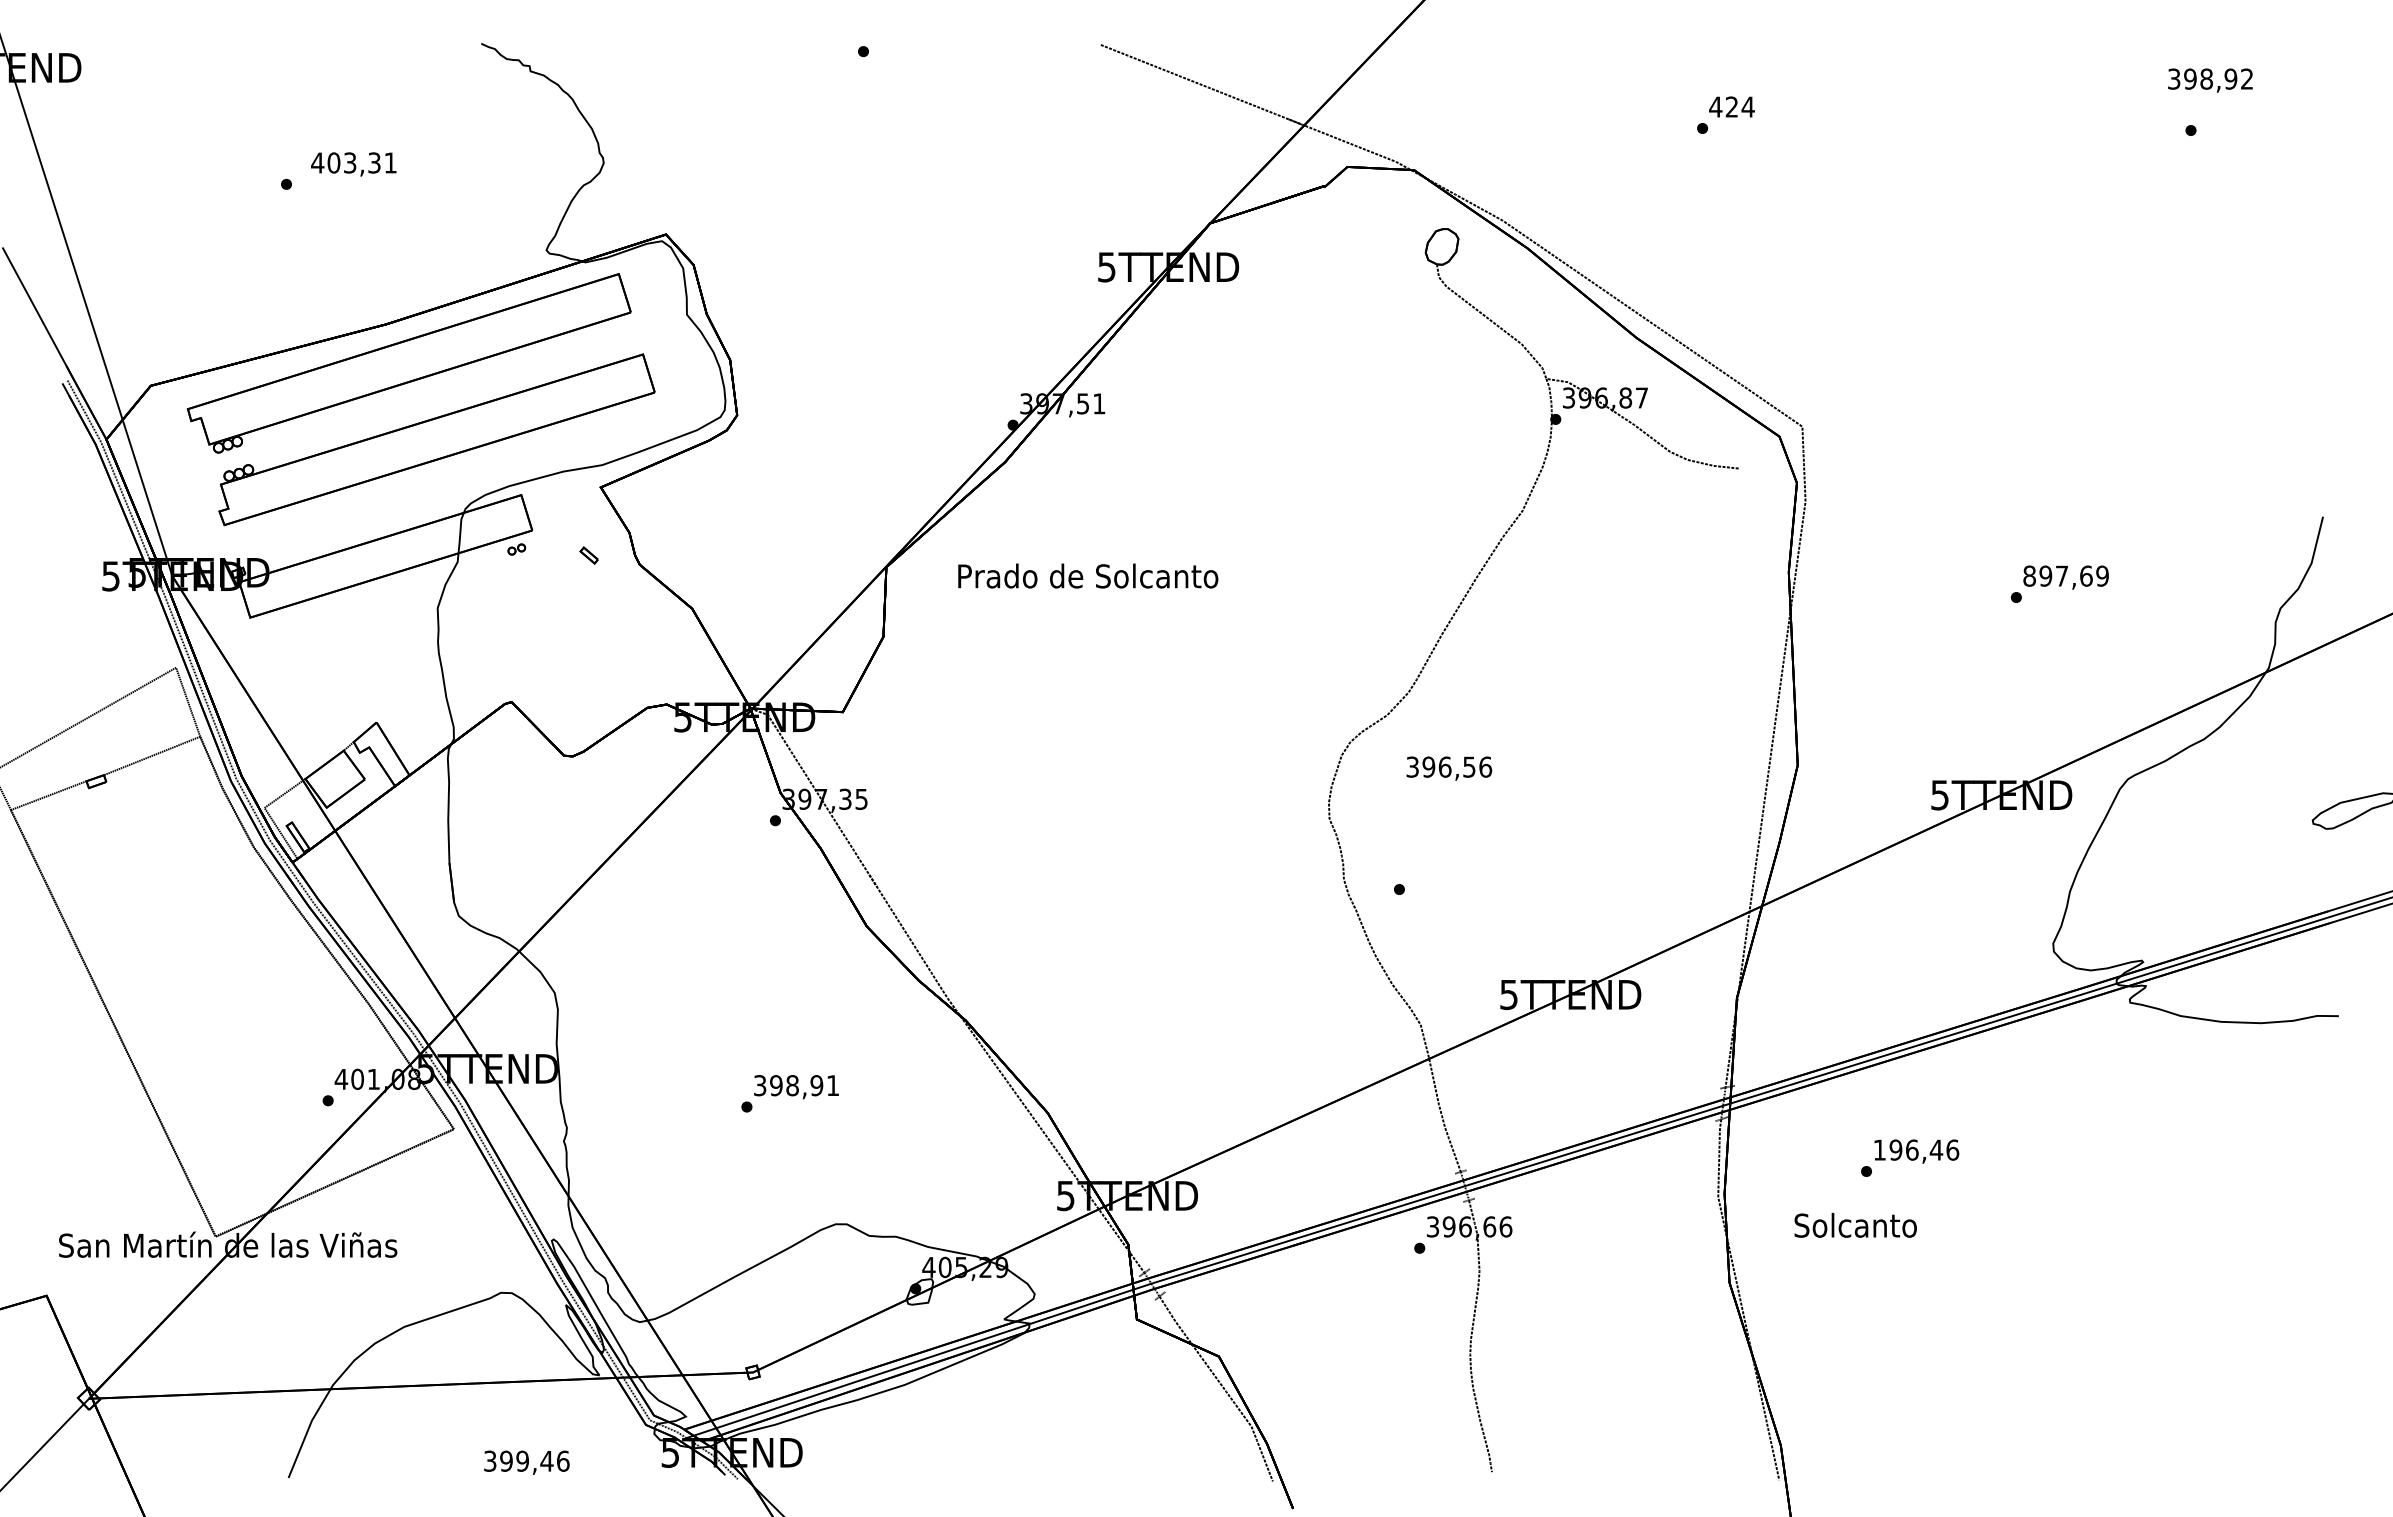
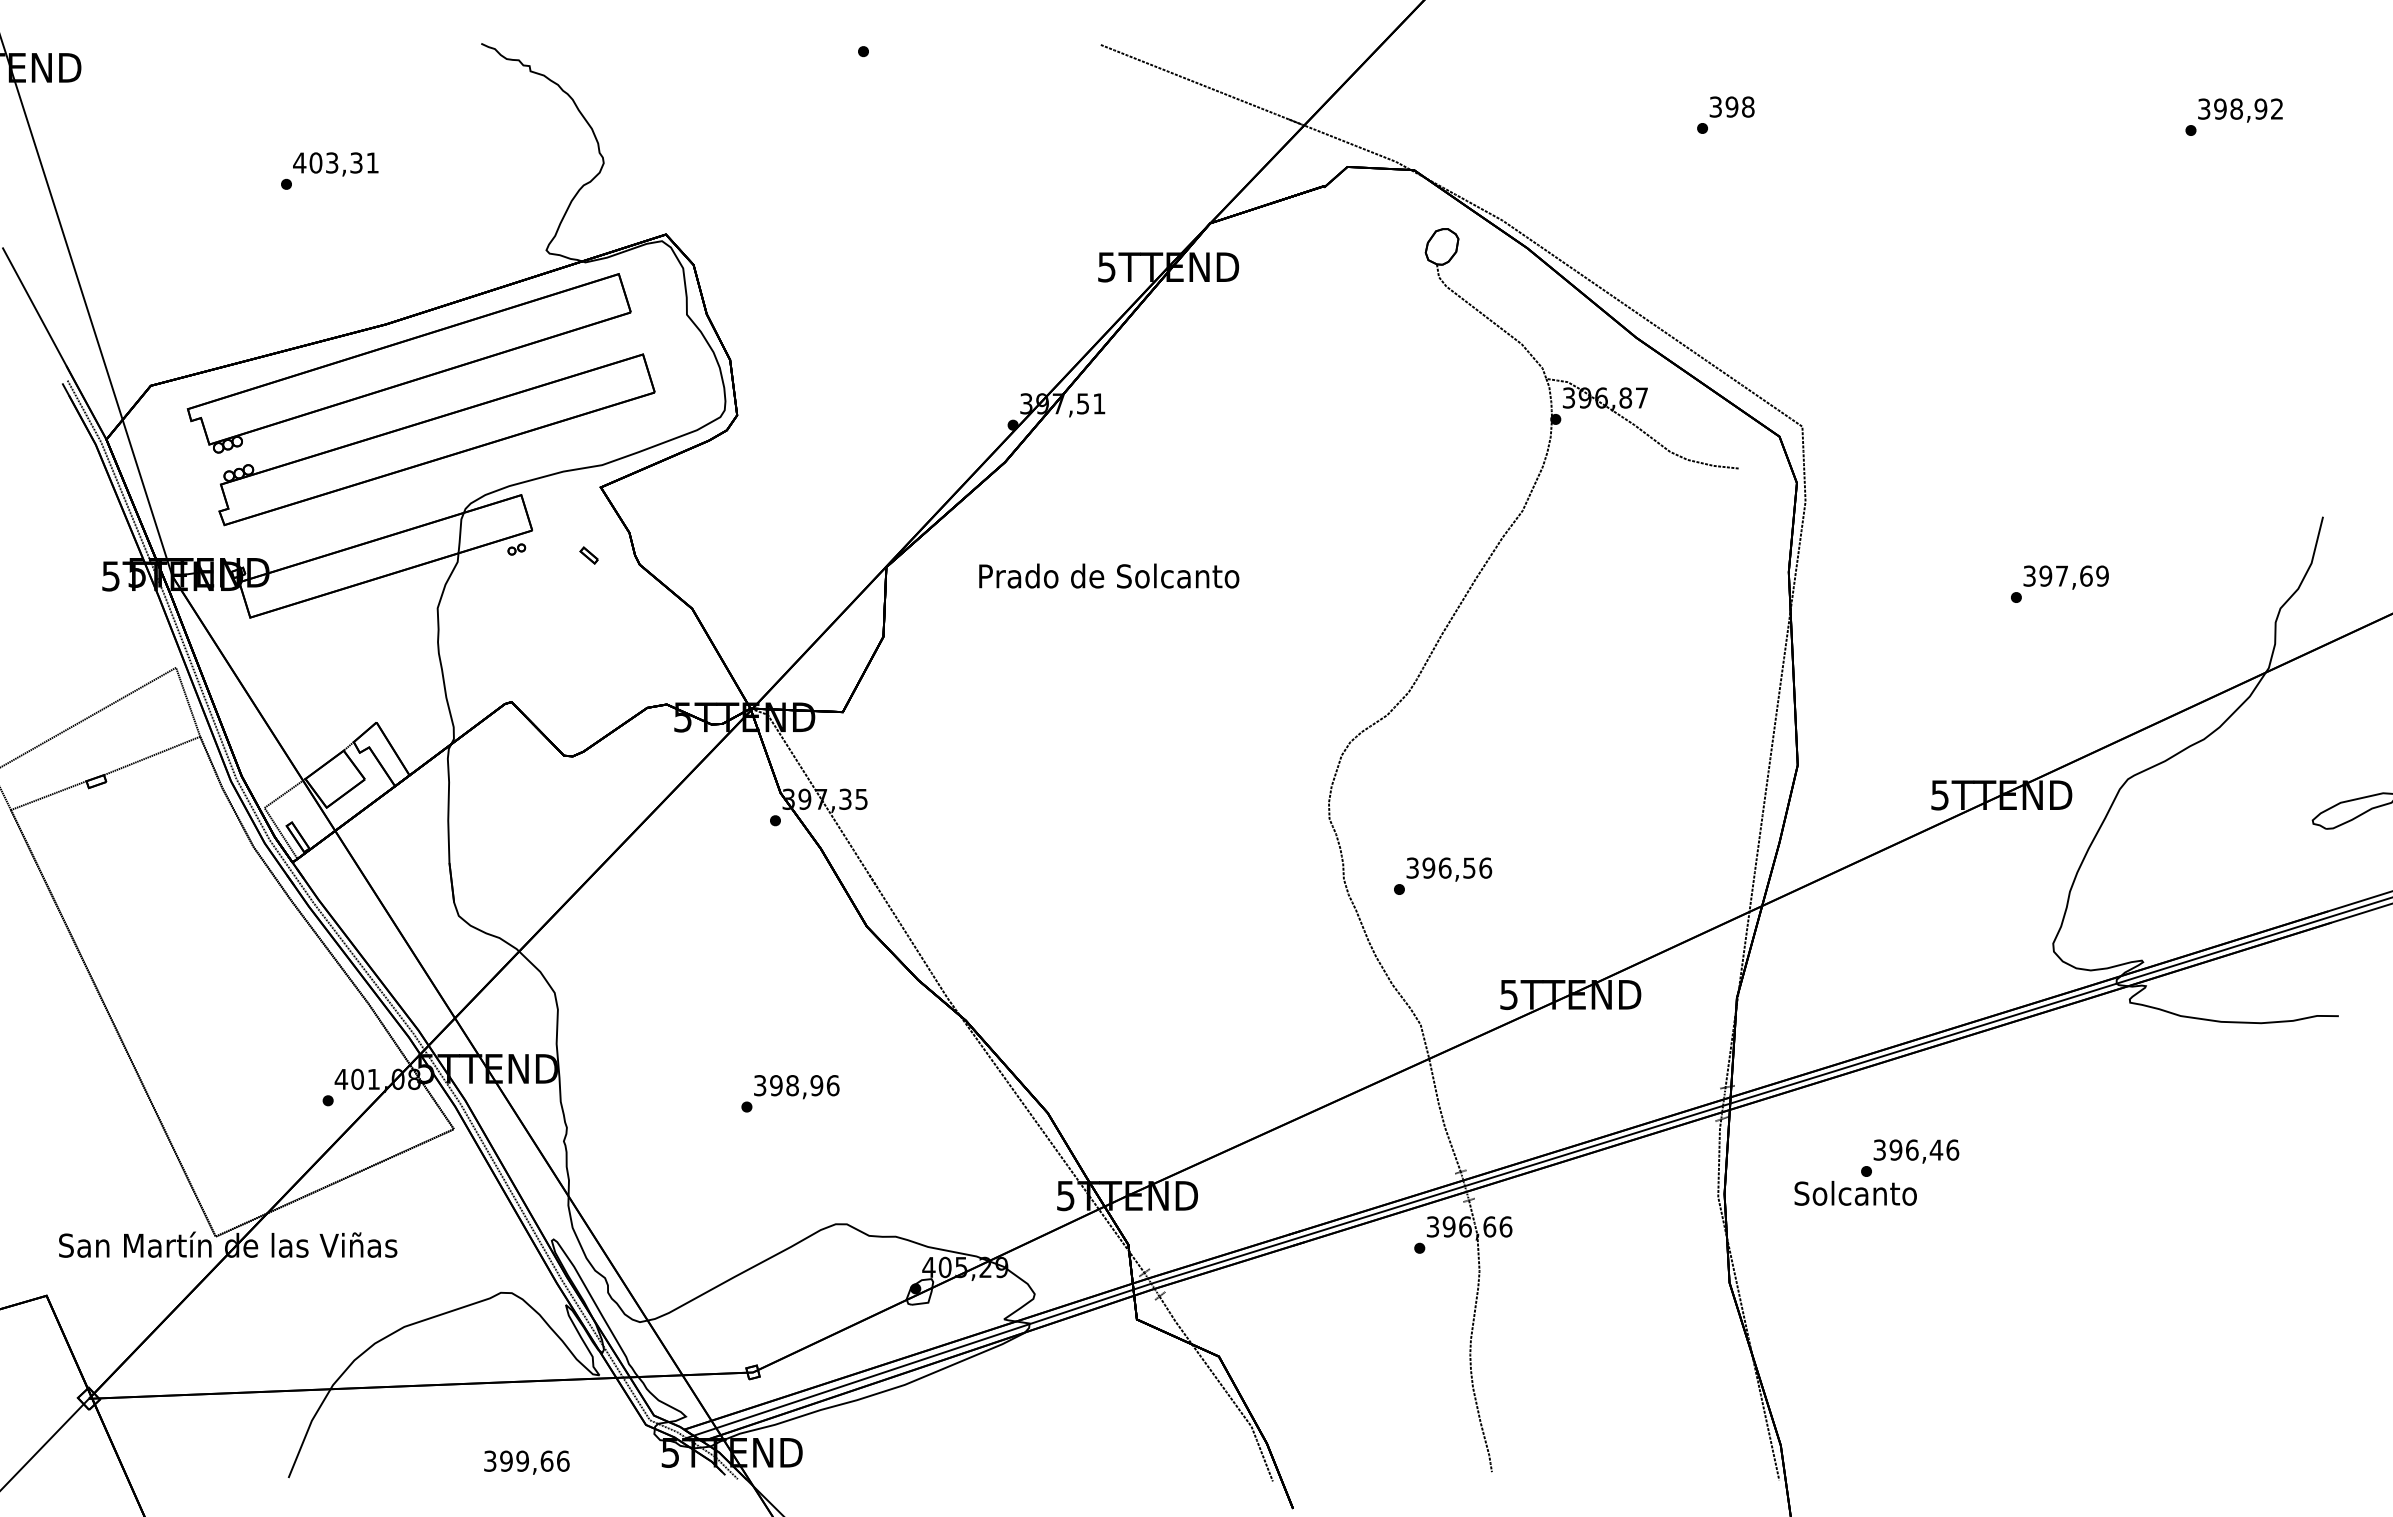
text at (2210, 80) position: (2210, 80) -> (2240, 110)
text at (1731, 106): 424 -> 398
text at (353, 164) position: (353, 164) -> (335, 164)
text at (1088, 575) position: (1088, 575) -> (1109, 575)
text at (2029, 575): 897,69 -> 397,69
text at (1449, 768) position: (1449, 768) -> (1449, 869)
text at (832, 1085): 398,91 -> 398,96
text at (1879, 1149): 196,46 -> 396,46
text at (1855, 1225) position: (1855, 1225) -> (1855, 1193)
text at (546, 1460): 399,46 -> 399,66
